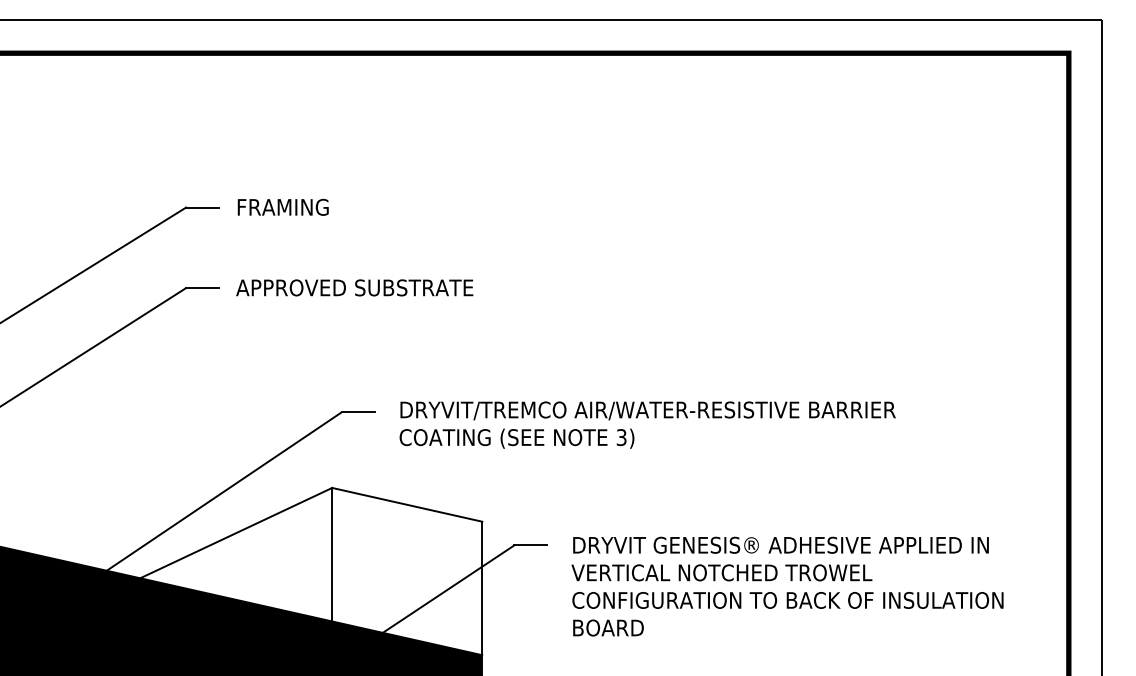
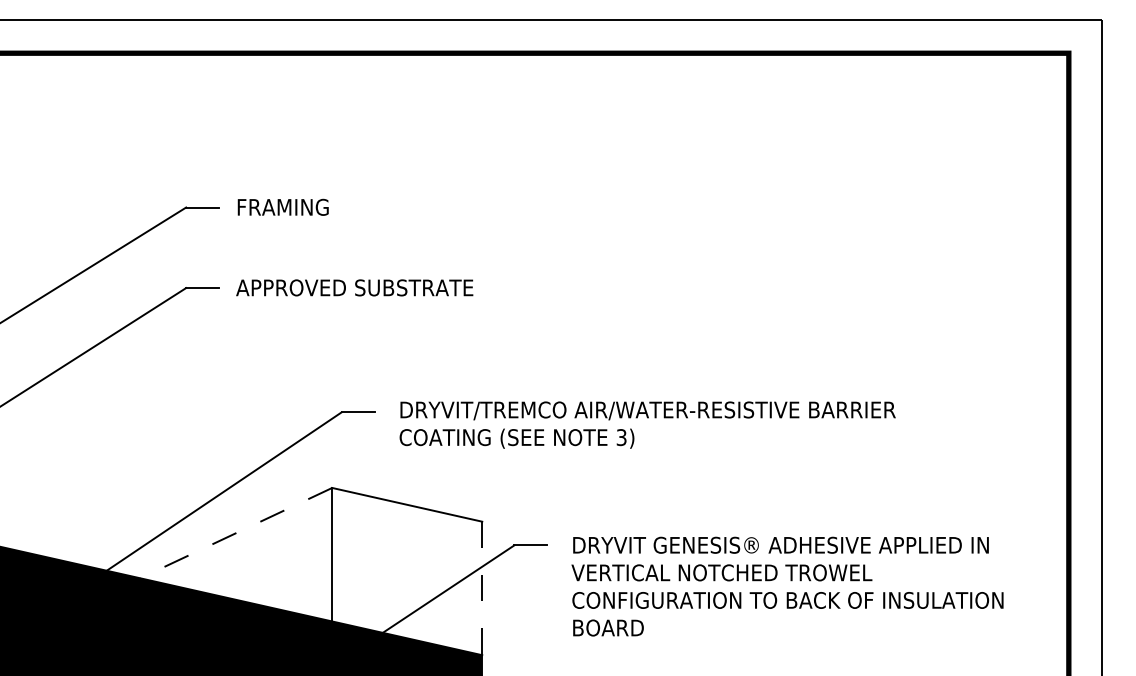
line at (235, 533): solid -> dashed
line at (482, 588): solid -> dashed
